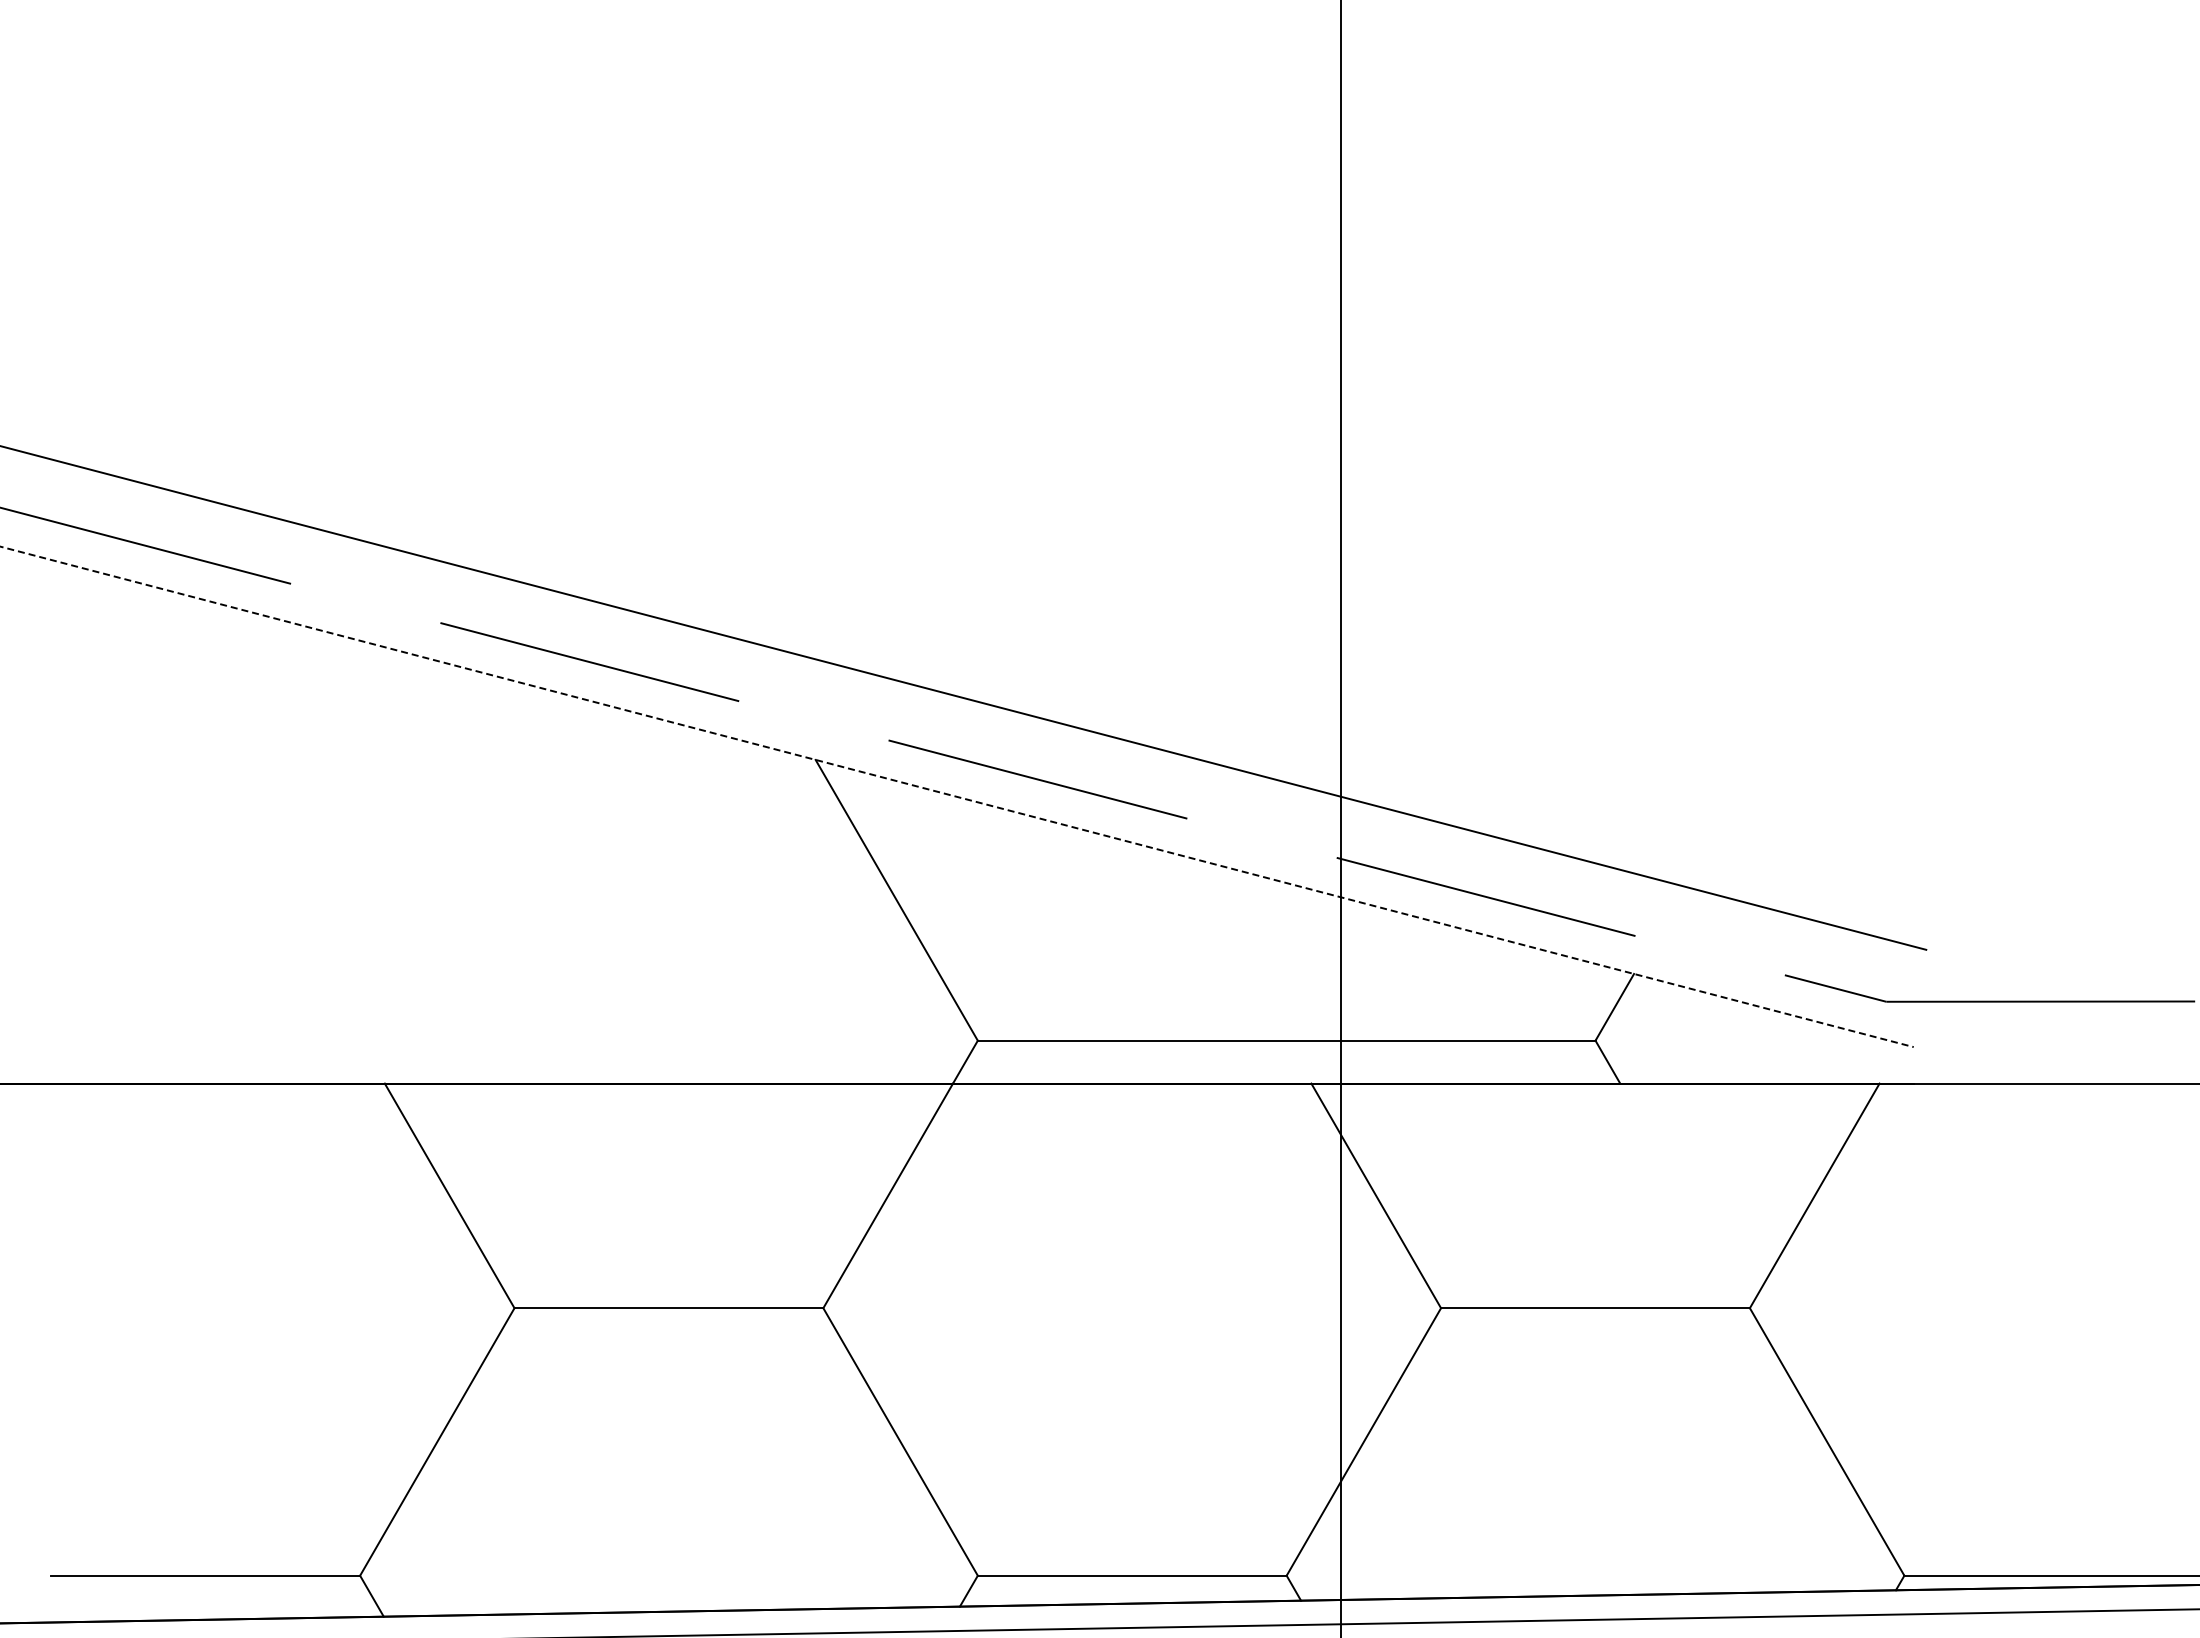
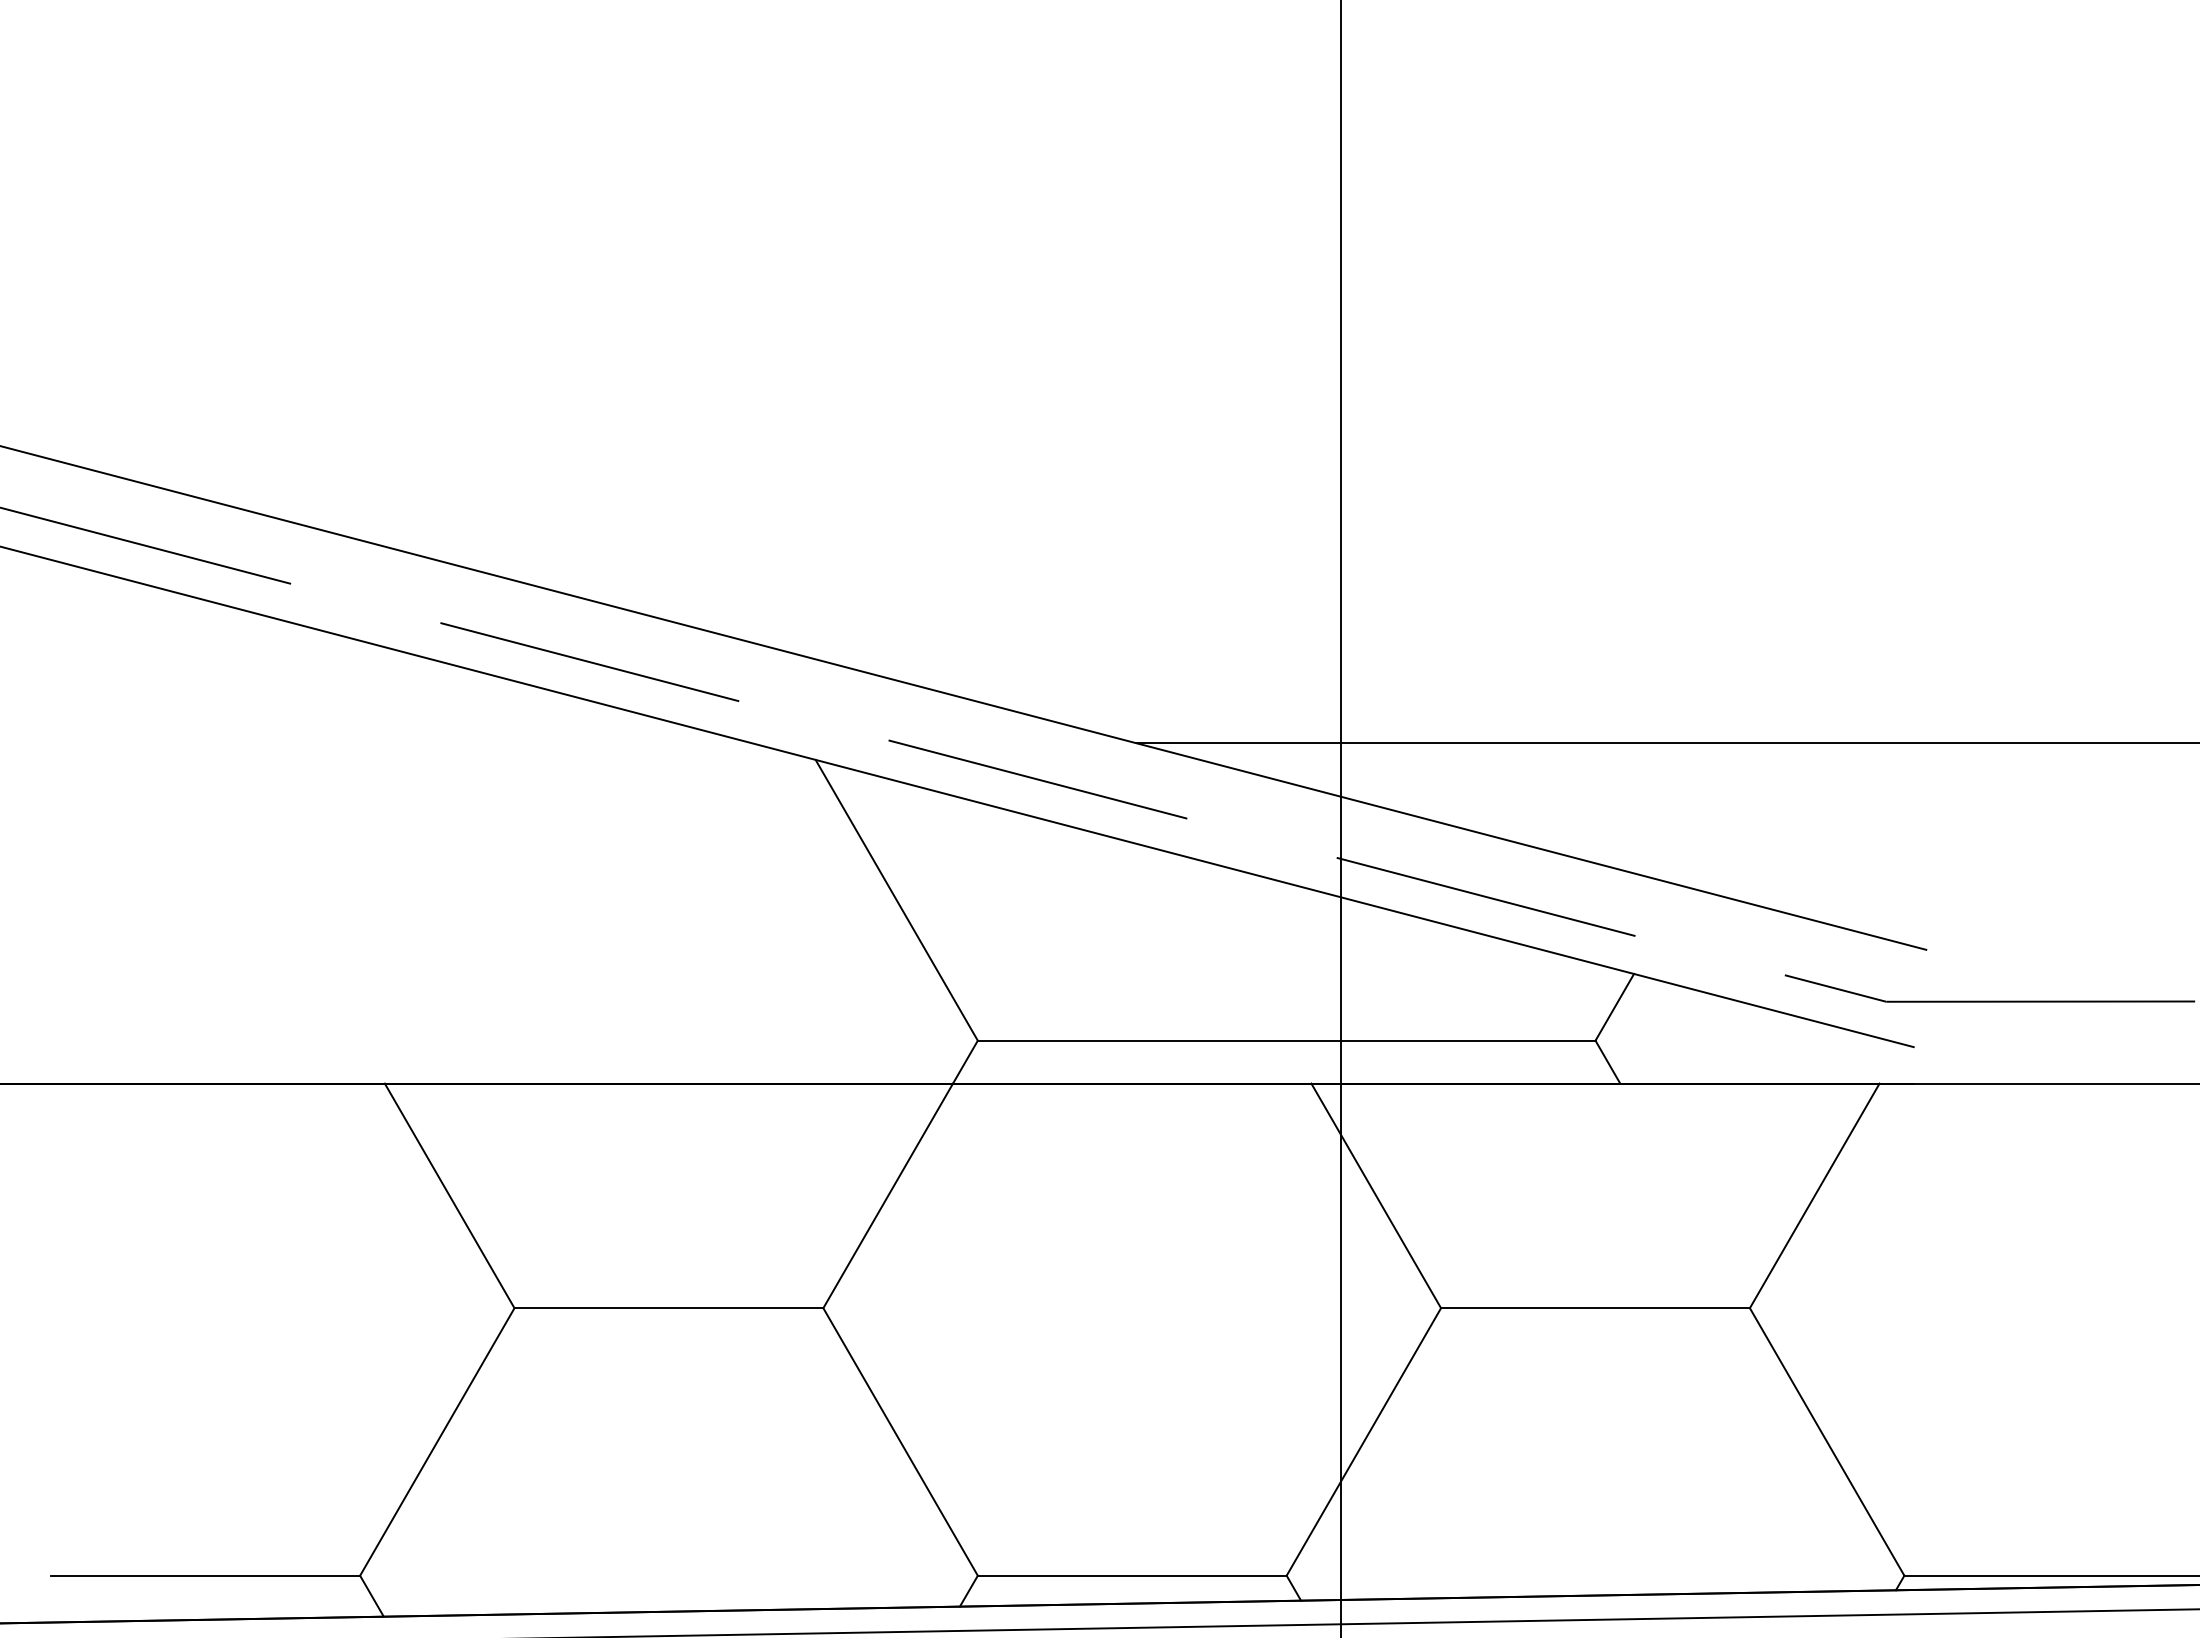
line at (1666, 743): none -> present
line at (958, 797): dashed -> solid
